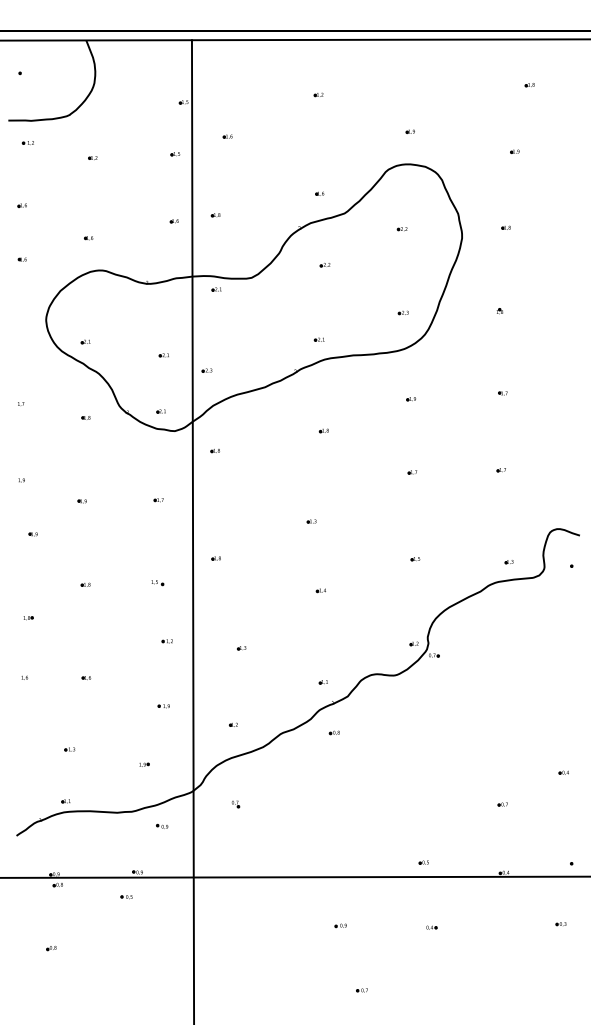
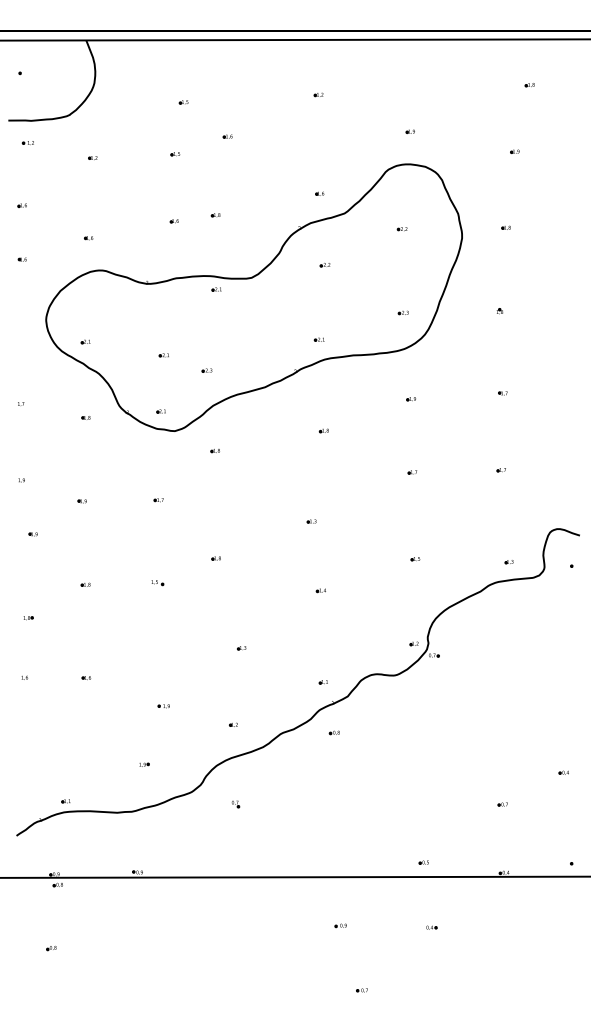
line at (192, 530): present -> none
part at (166, 641): present -> none
part at (69, 749): present -> none
part at (162, 825): present -> none
part at (126, 897): present -> none
part at (560, 924): present -> none
